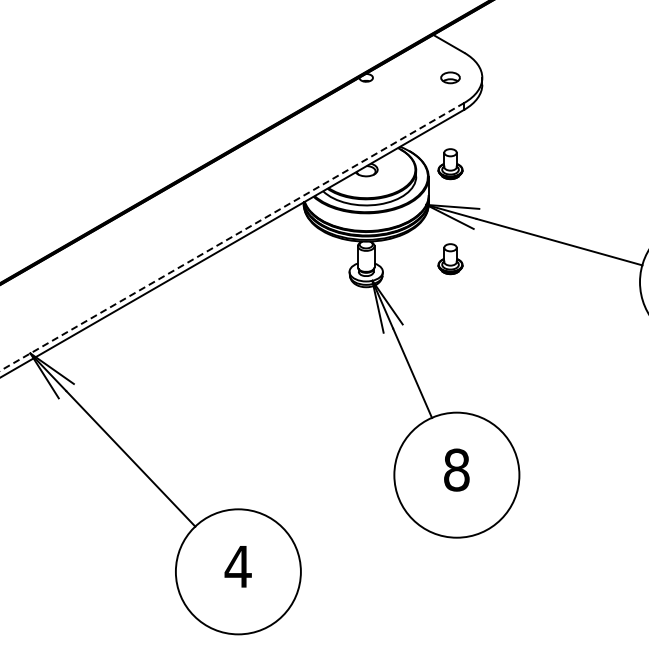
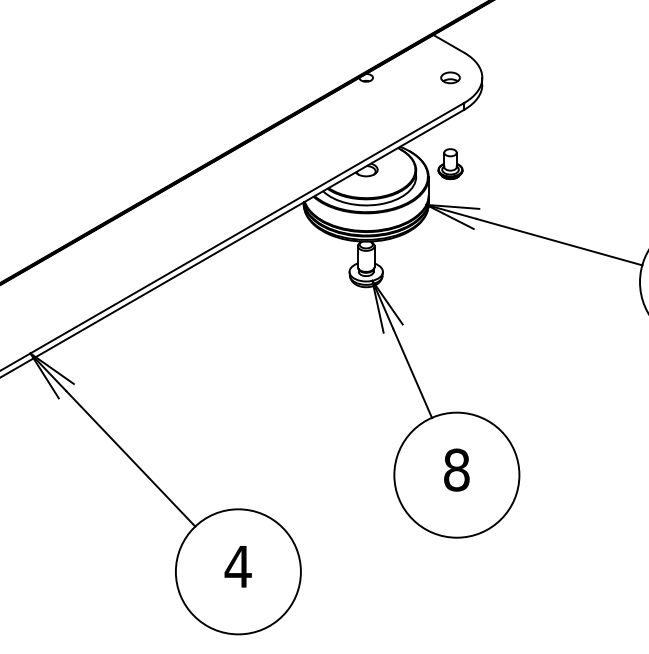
line at (232, 236): dashed -> solid
part at (450, 259): present -> none
